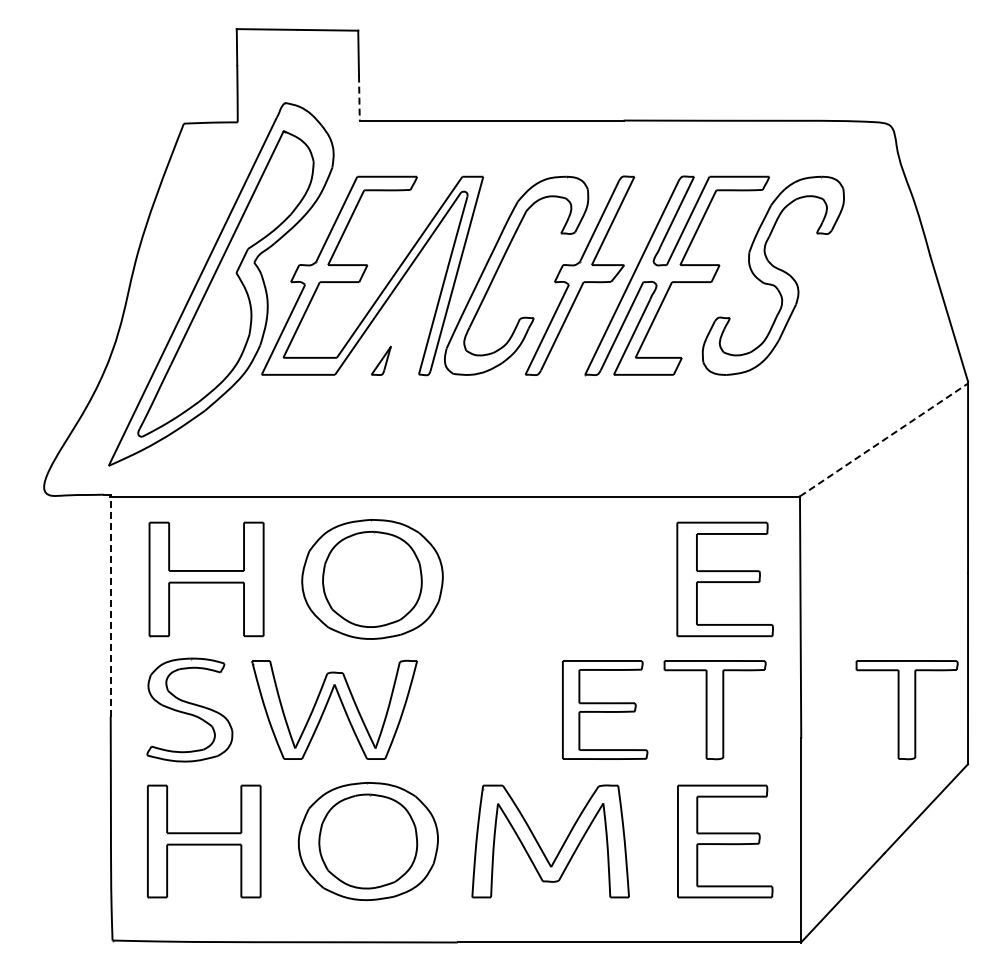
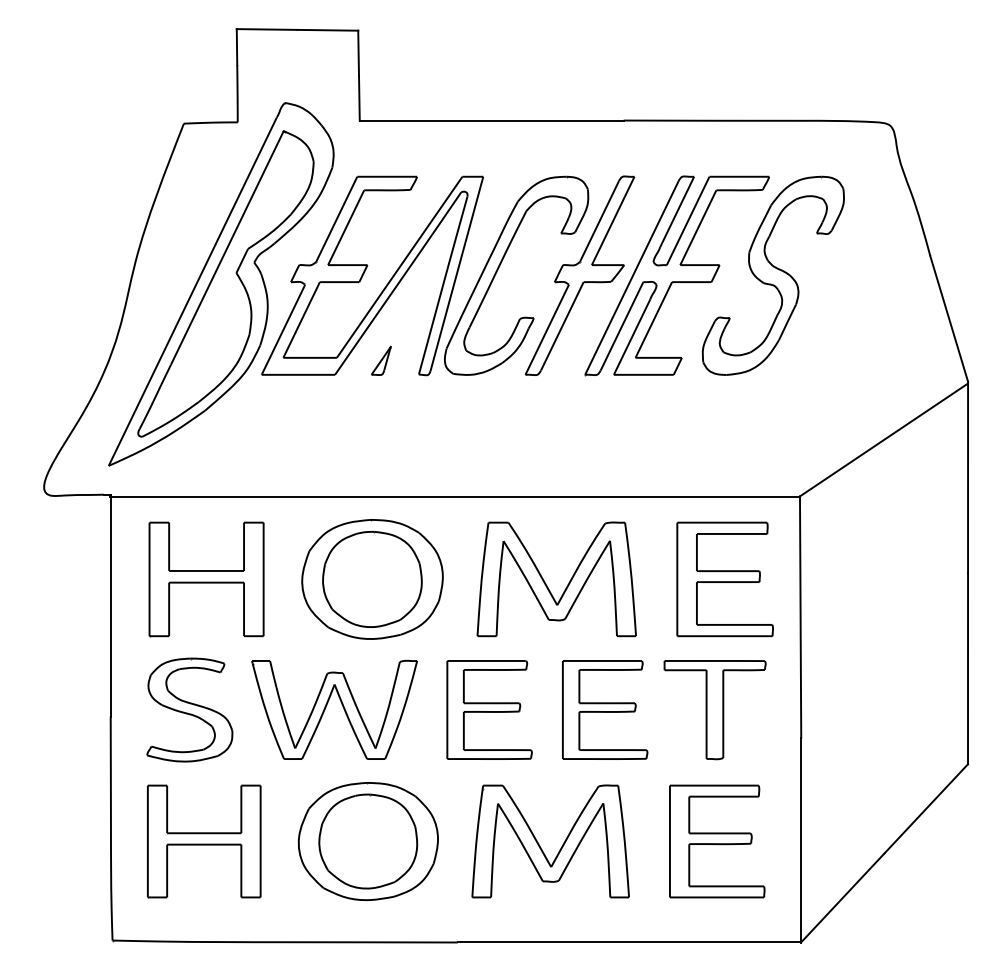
line at (359, 98): dashed -> solid
line at (884, 439): dashed -> solid
part at (546, 583): none -> present
line at (110, 605): dashed -> solid
part at (489, 709): none -> present
part at (906, 710): present -> none
part at (725, 841) position: (725, 841) -> (717, 841)
